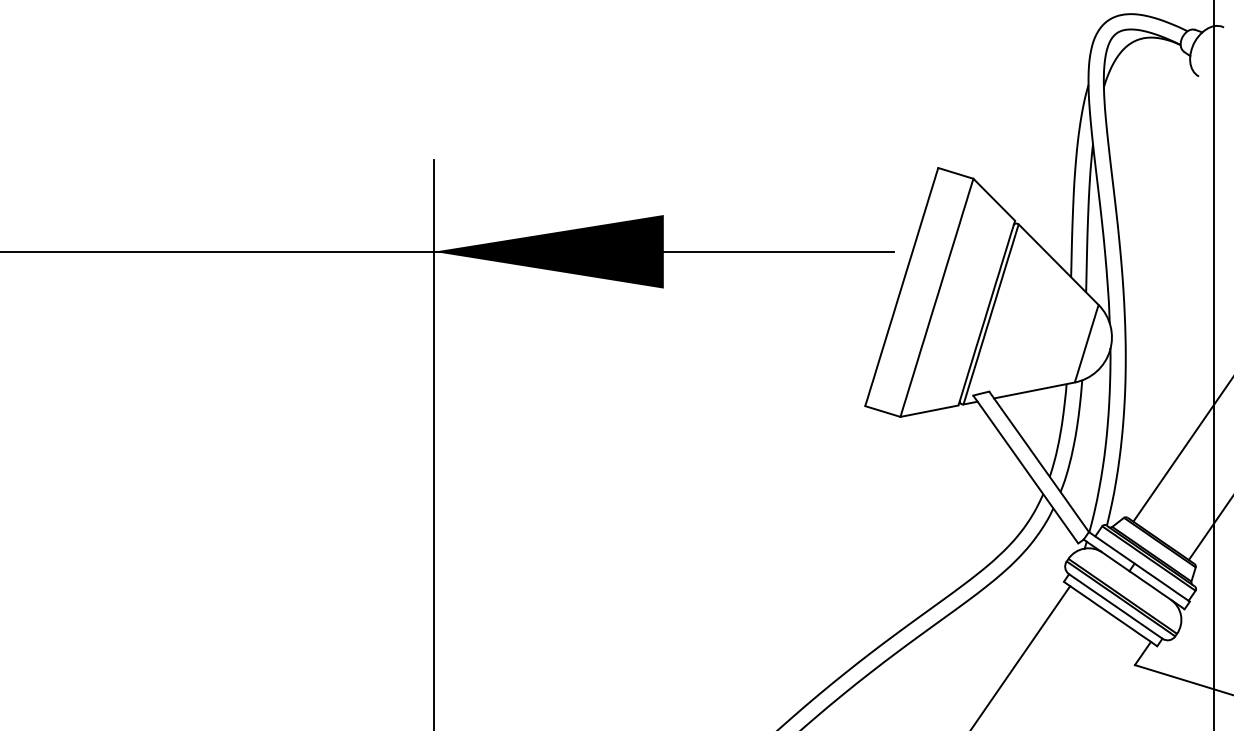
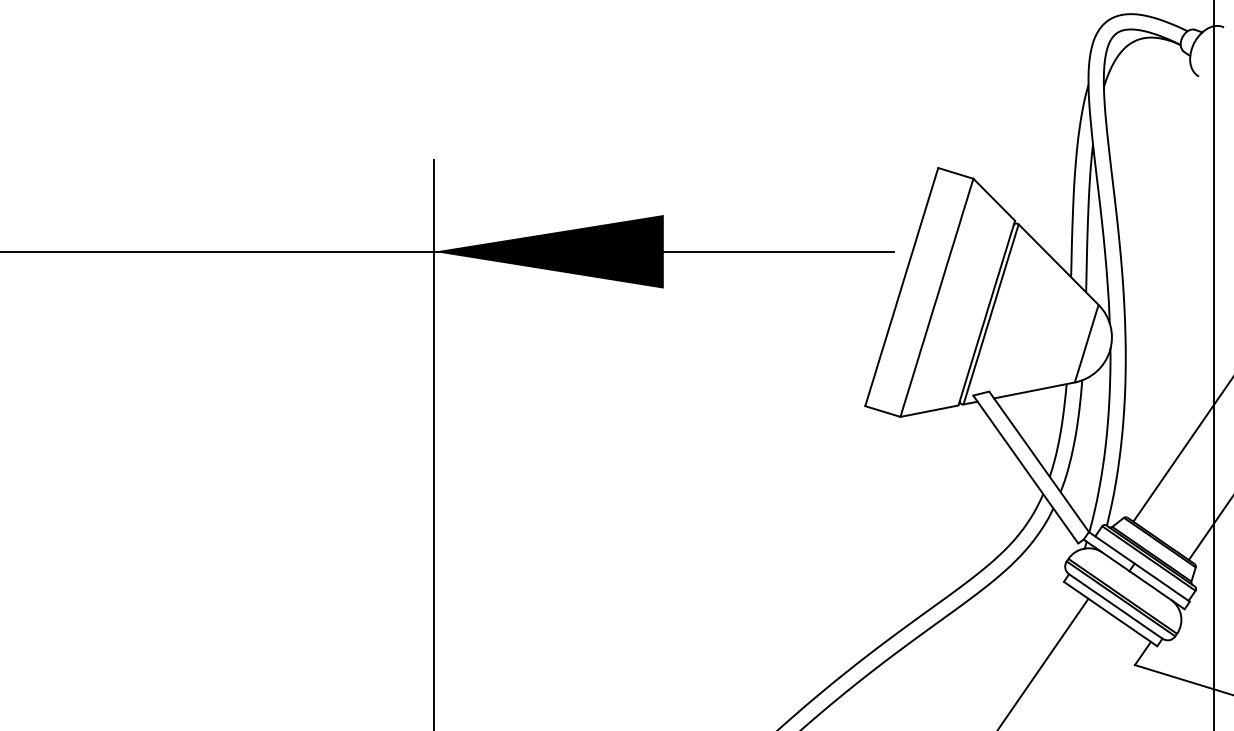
line at (1021, 656) position: (1021, 656) -> (1043, 663)
